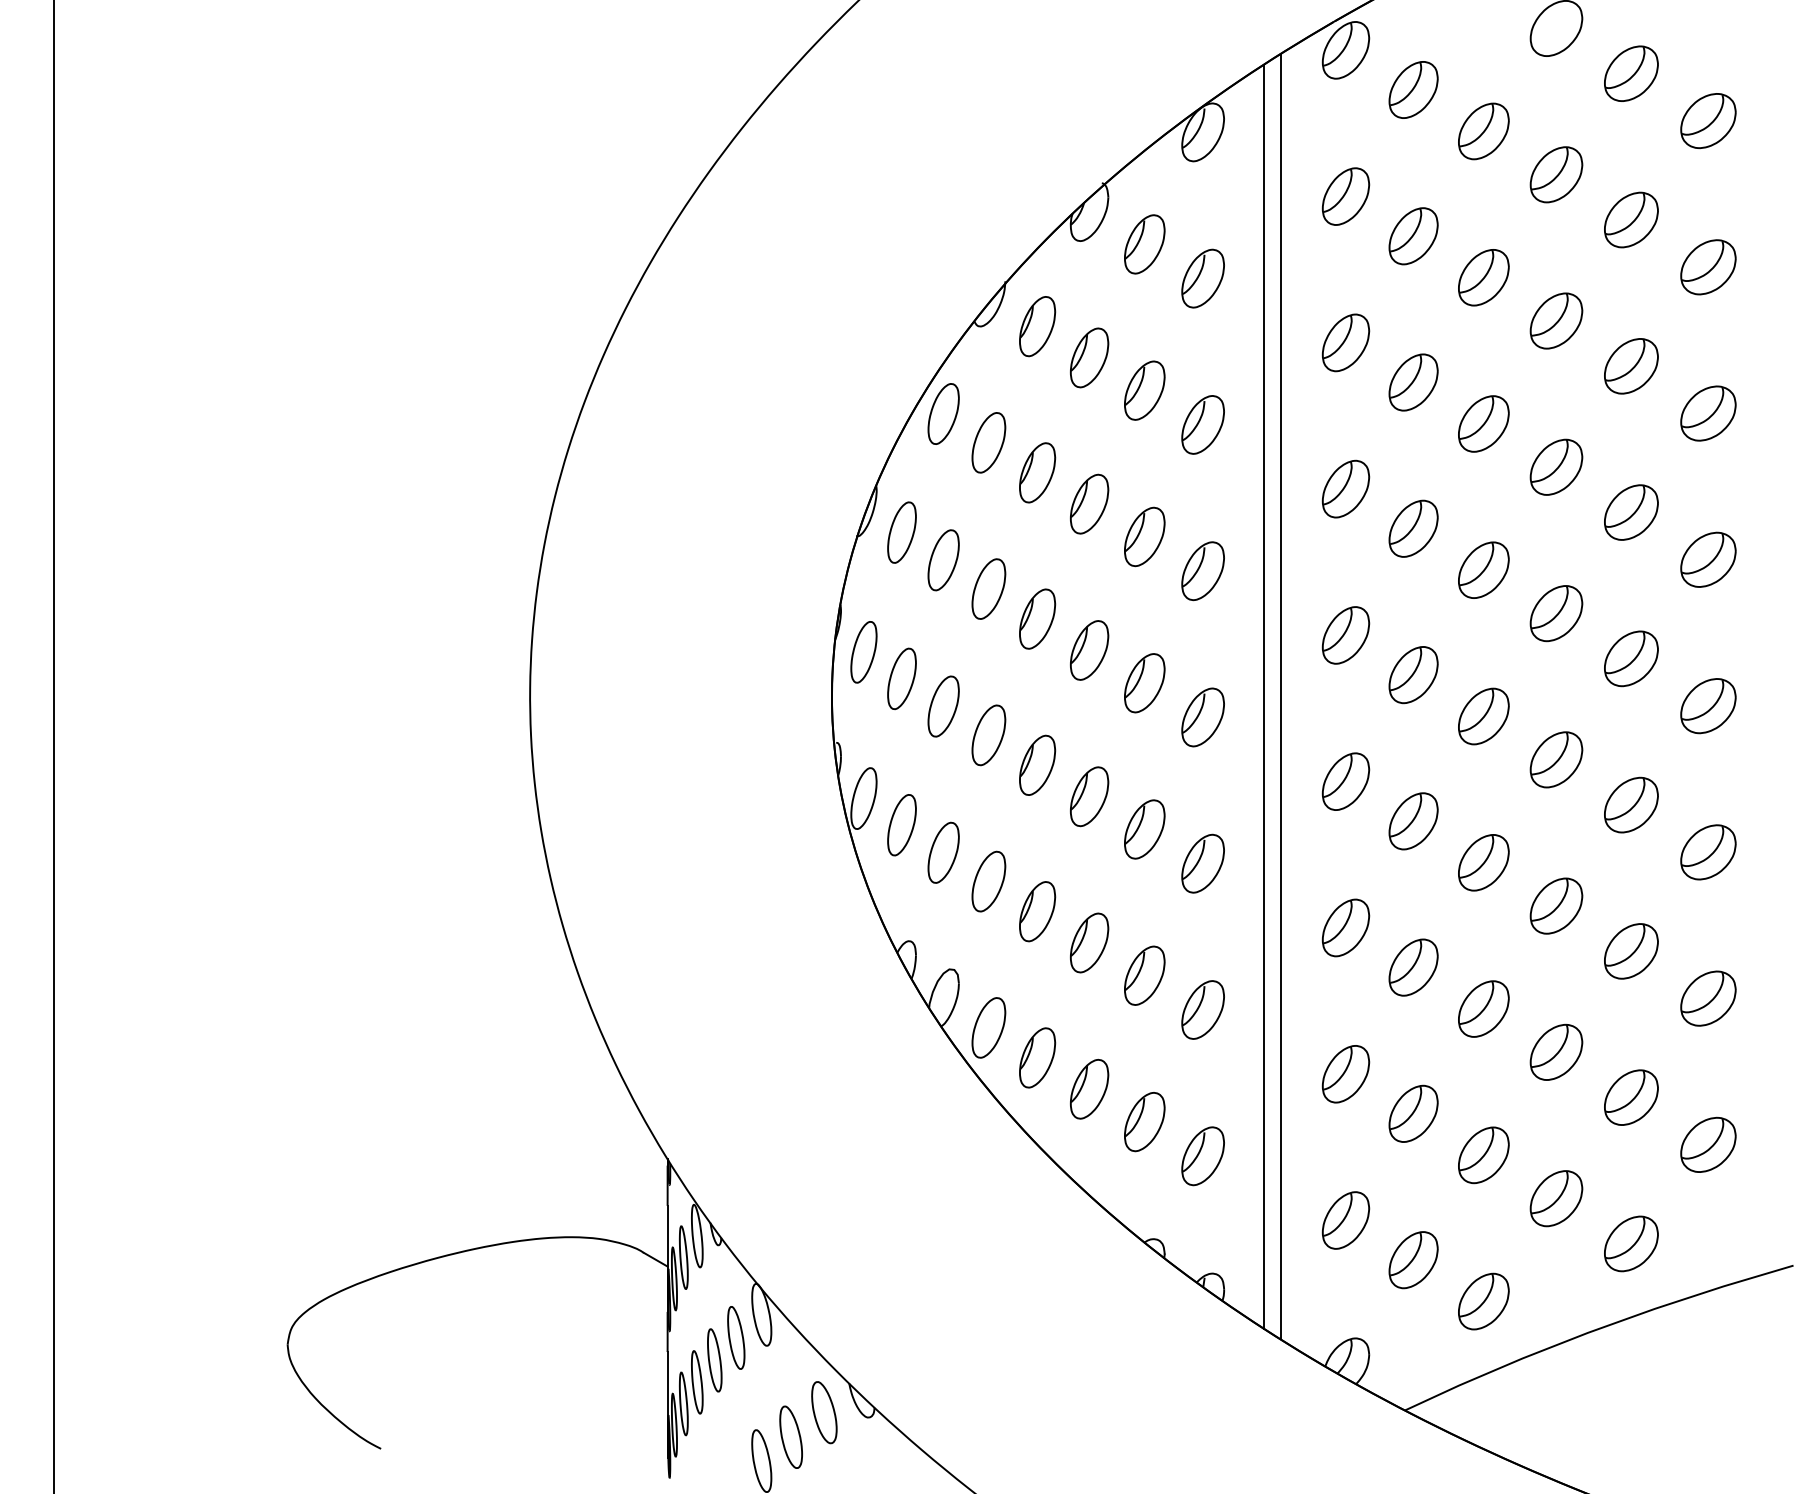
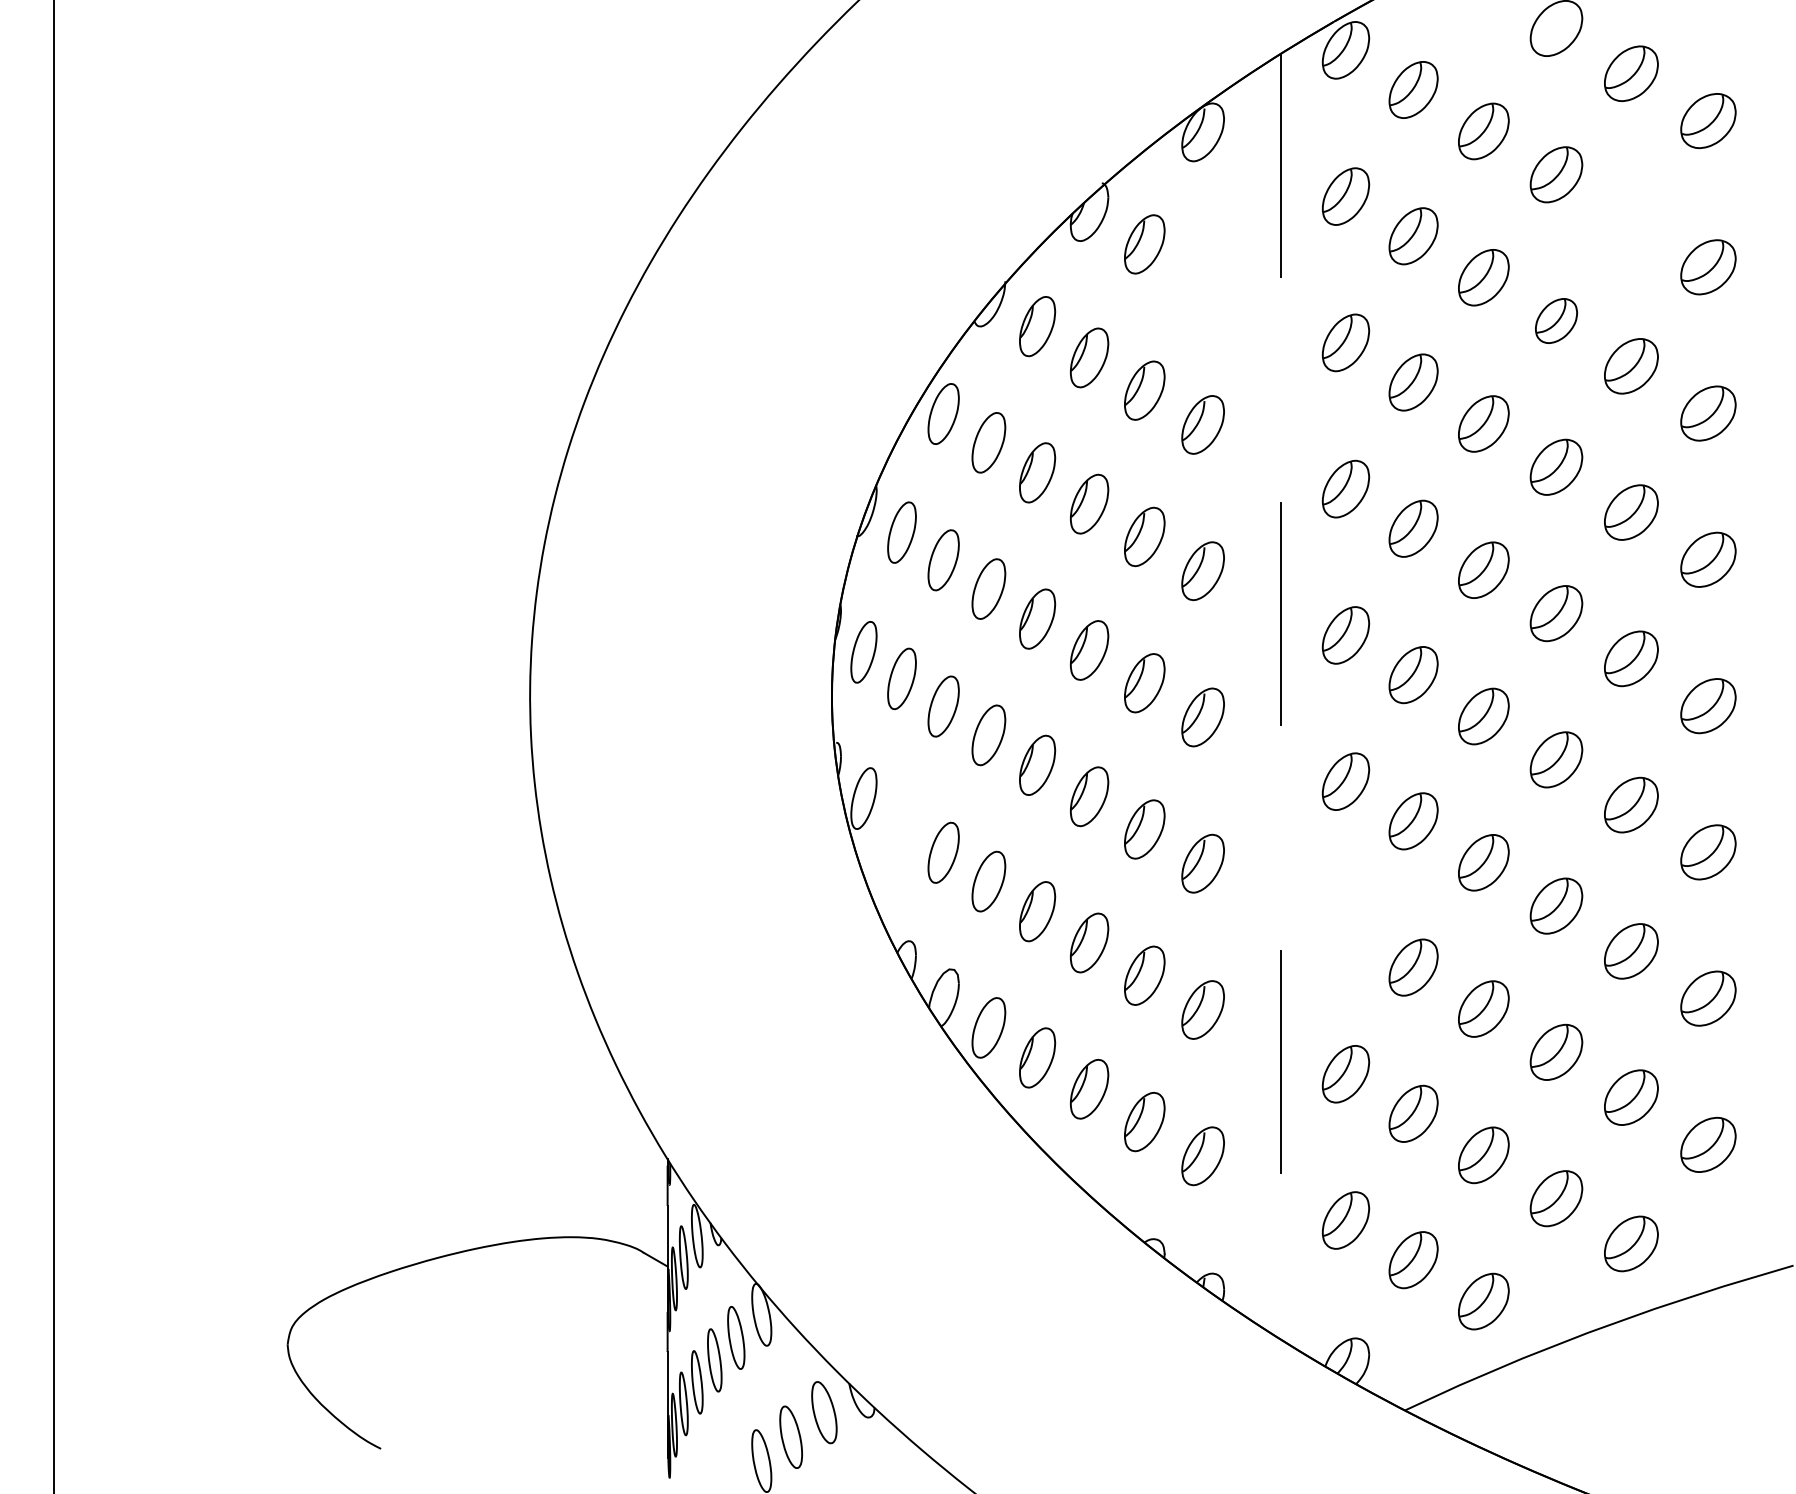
part at (1631, 219): present -> none
part at (1202, 278): present -> none
part at (1556, 320) size: 55x58 px -> 44x46 px
line at (1264, 696): present -> none
line at (1280, 696): solid -> dashed
part at (901, 825): present -> none
part at (1345, 927): present -> none
